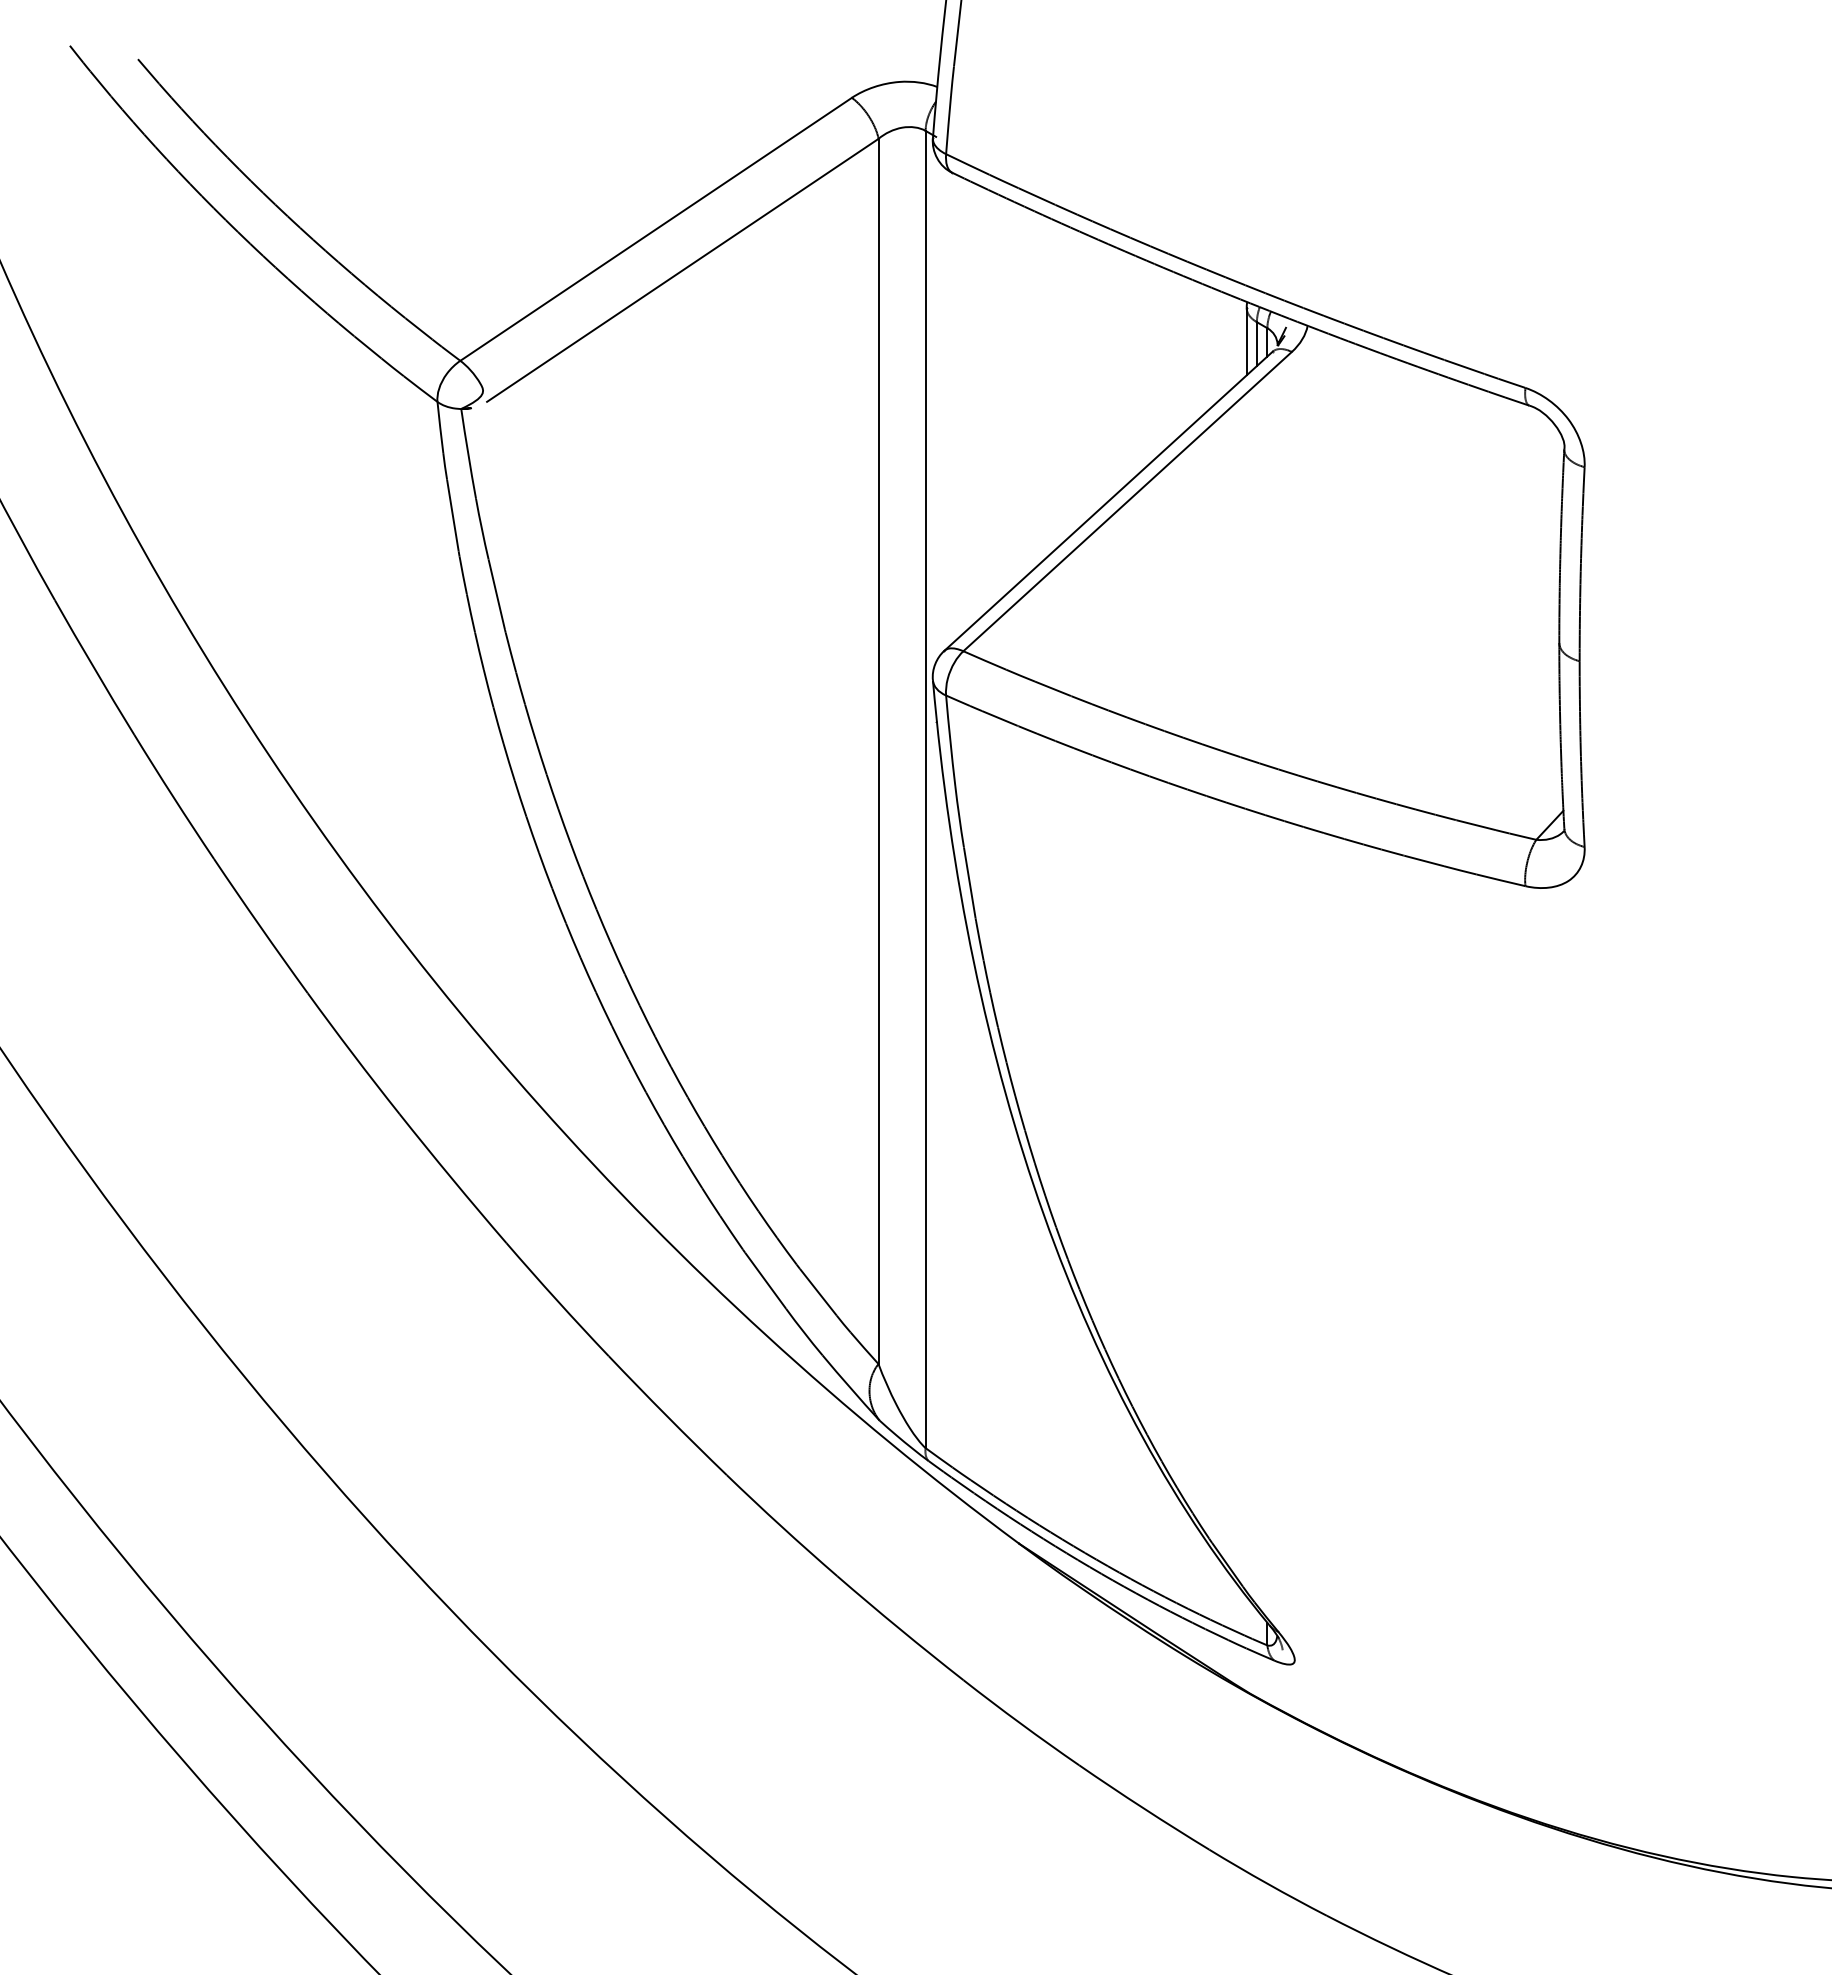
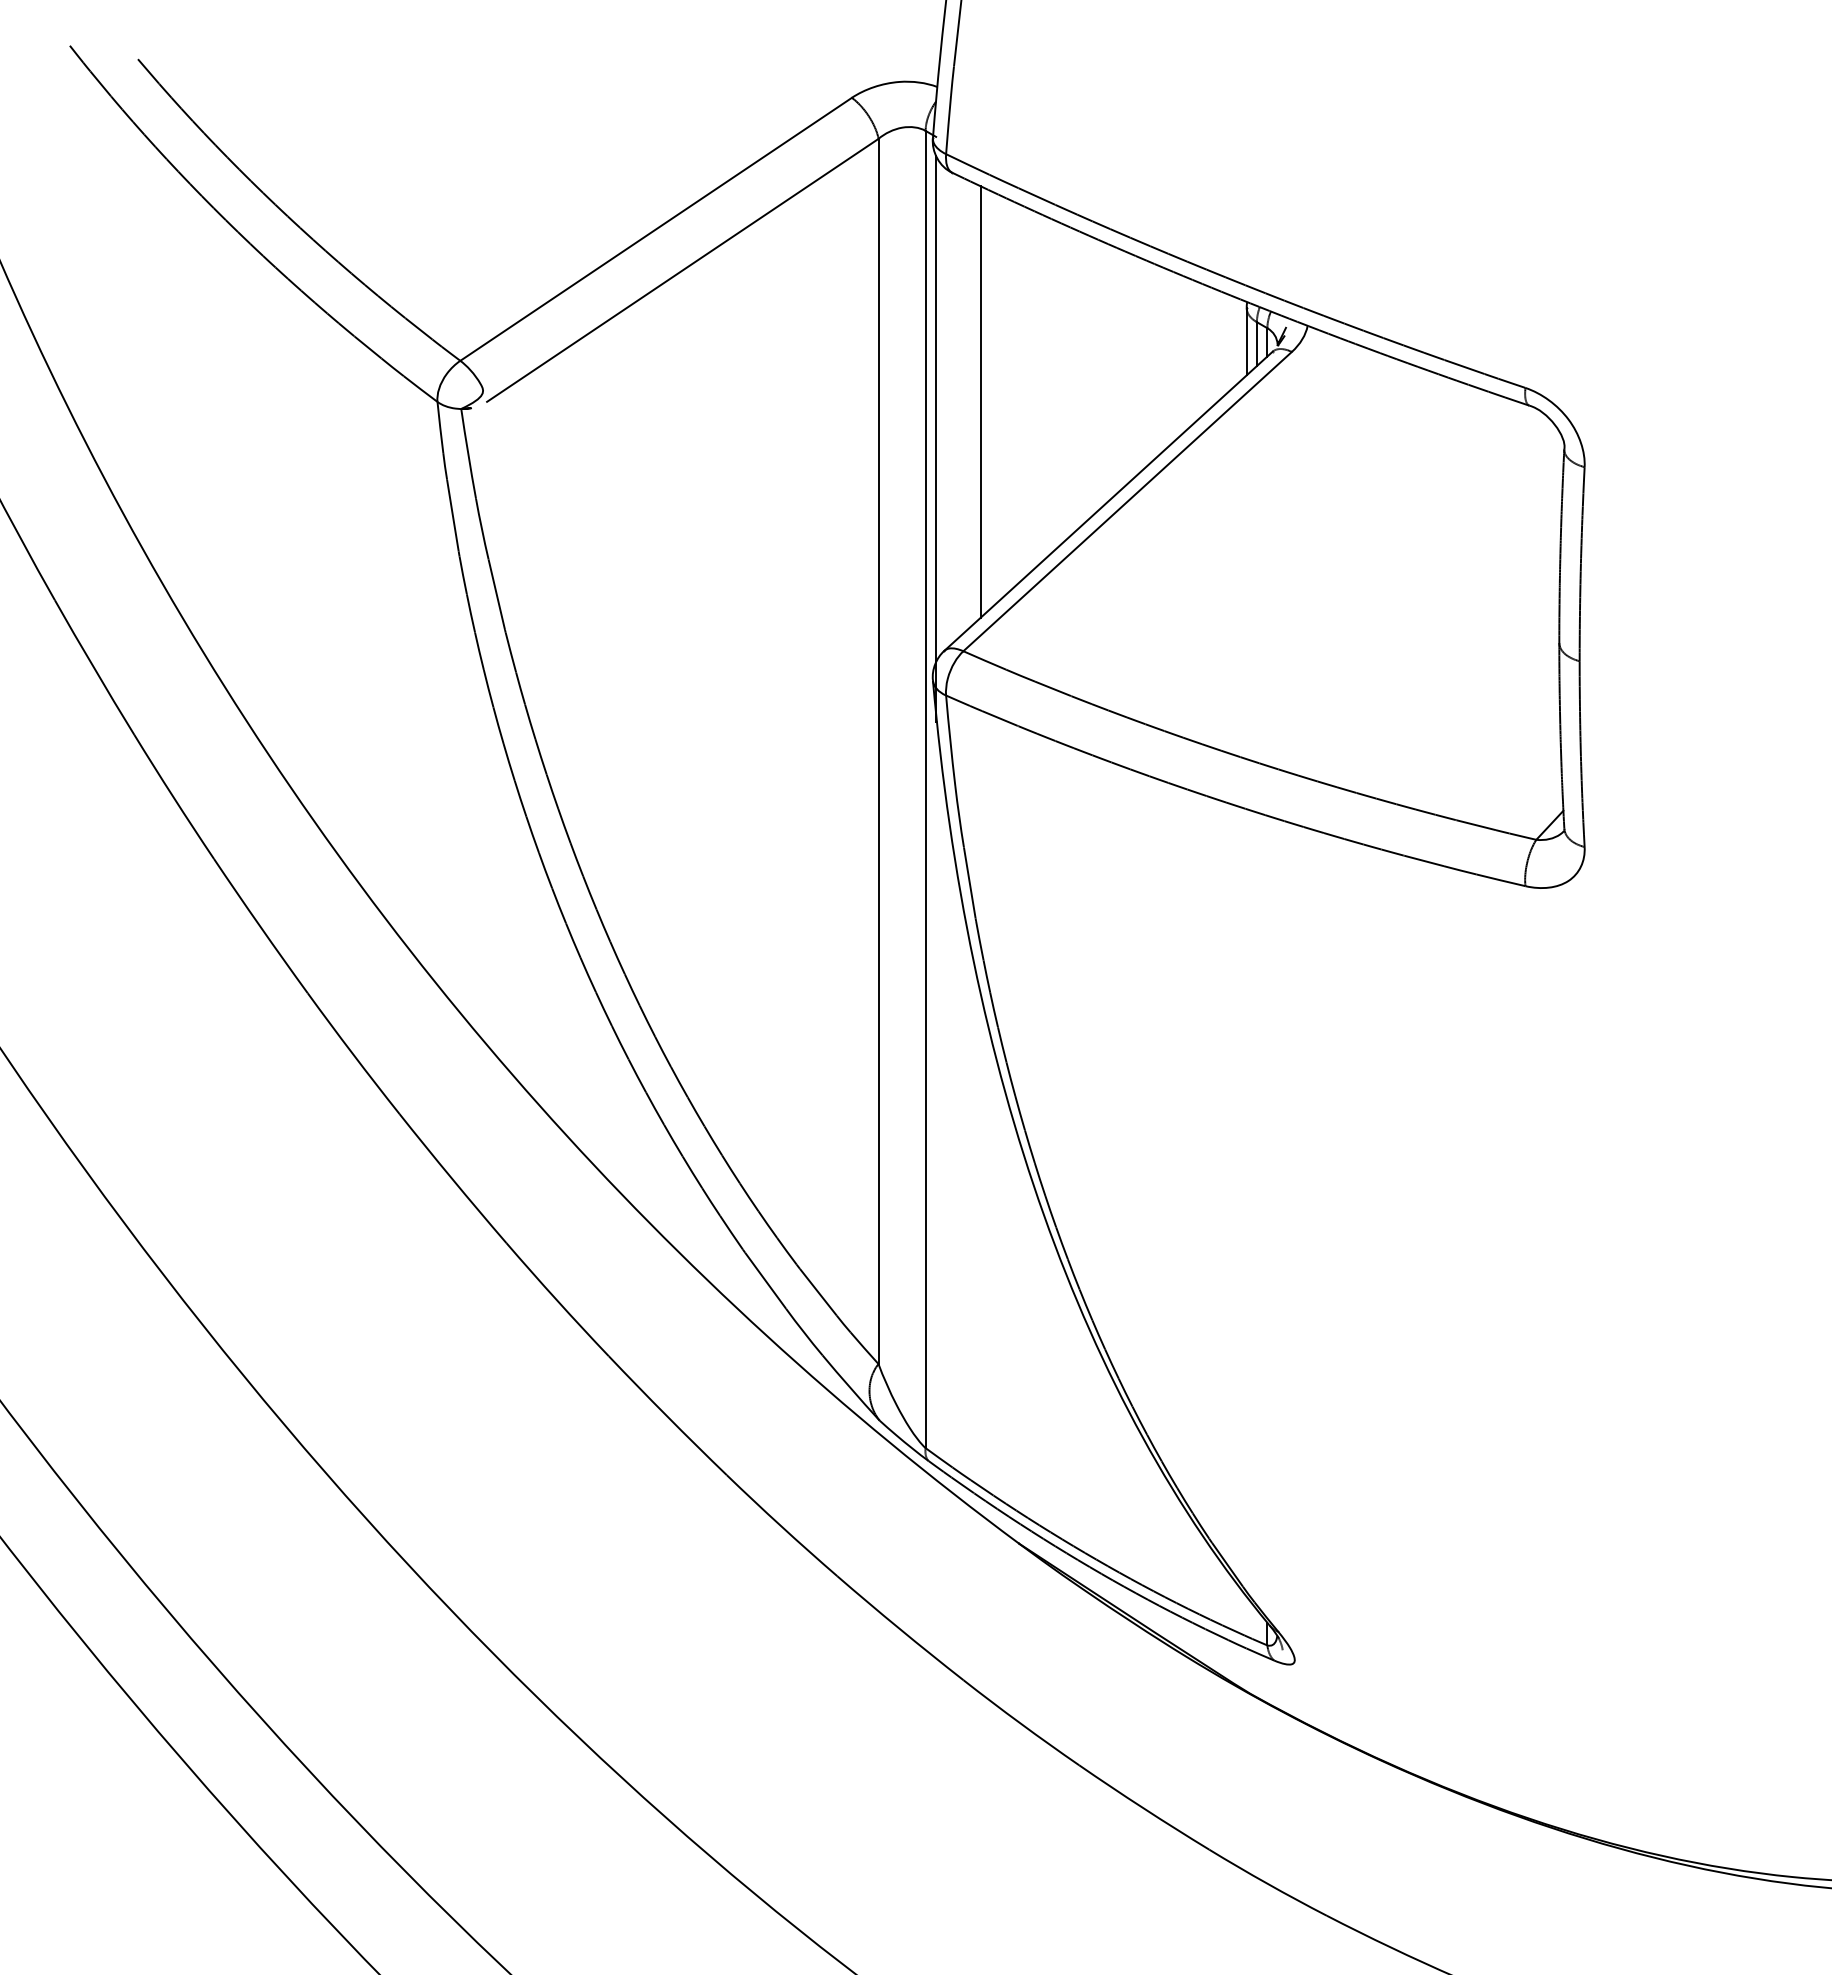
line at (980, 401): none -> present
line at (936, 438): none -> present
